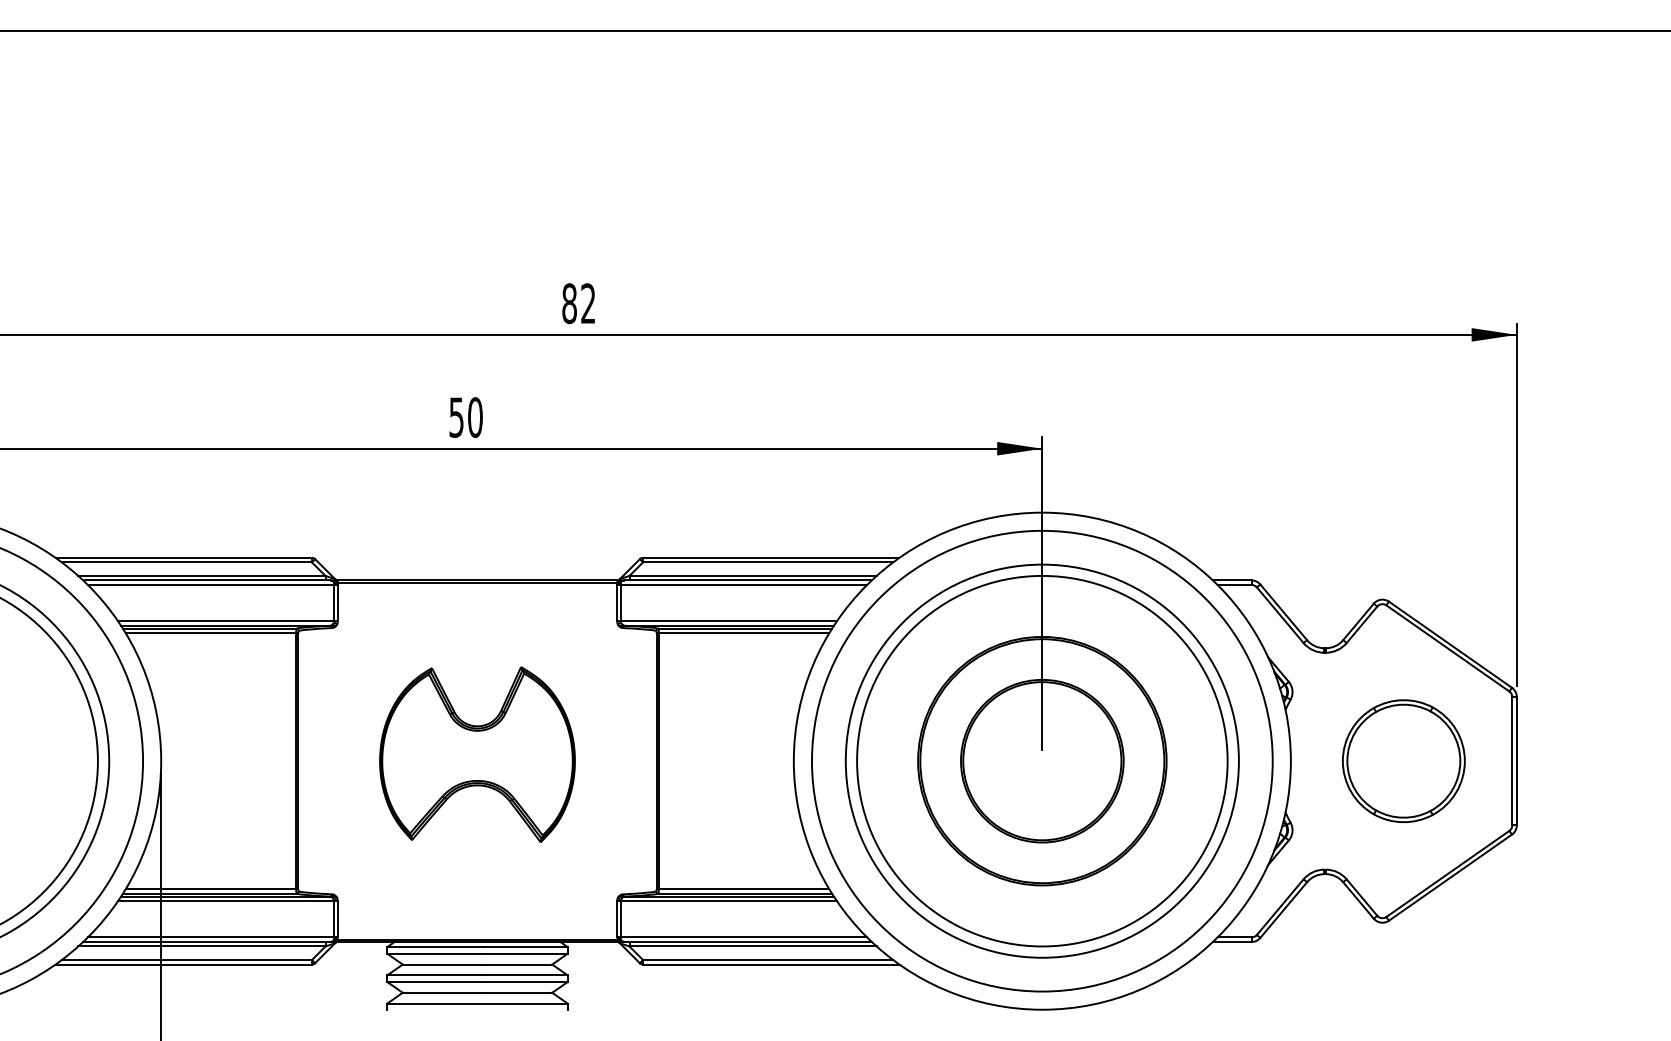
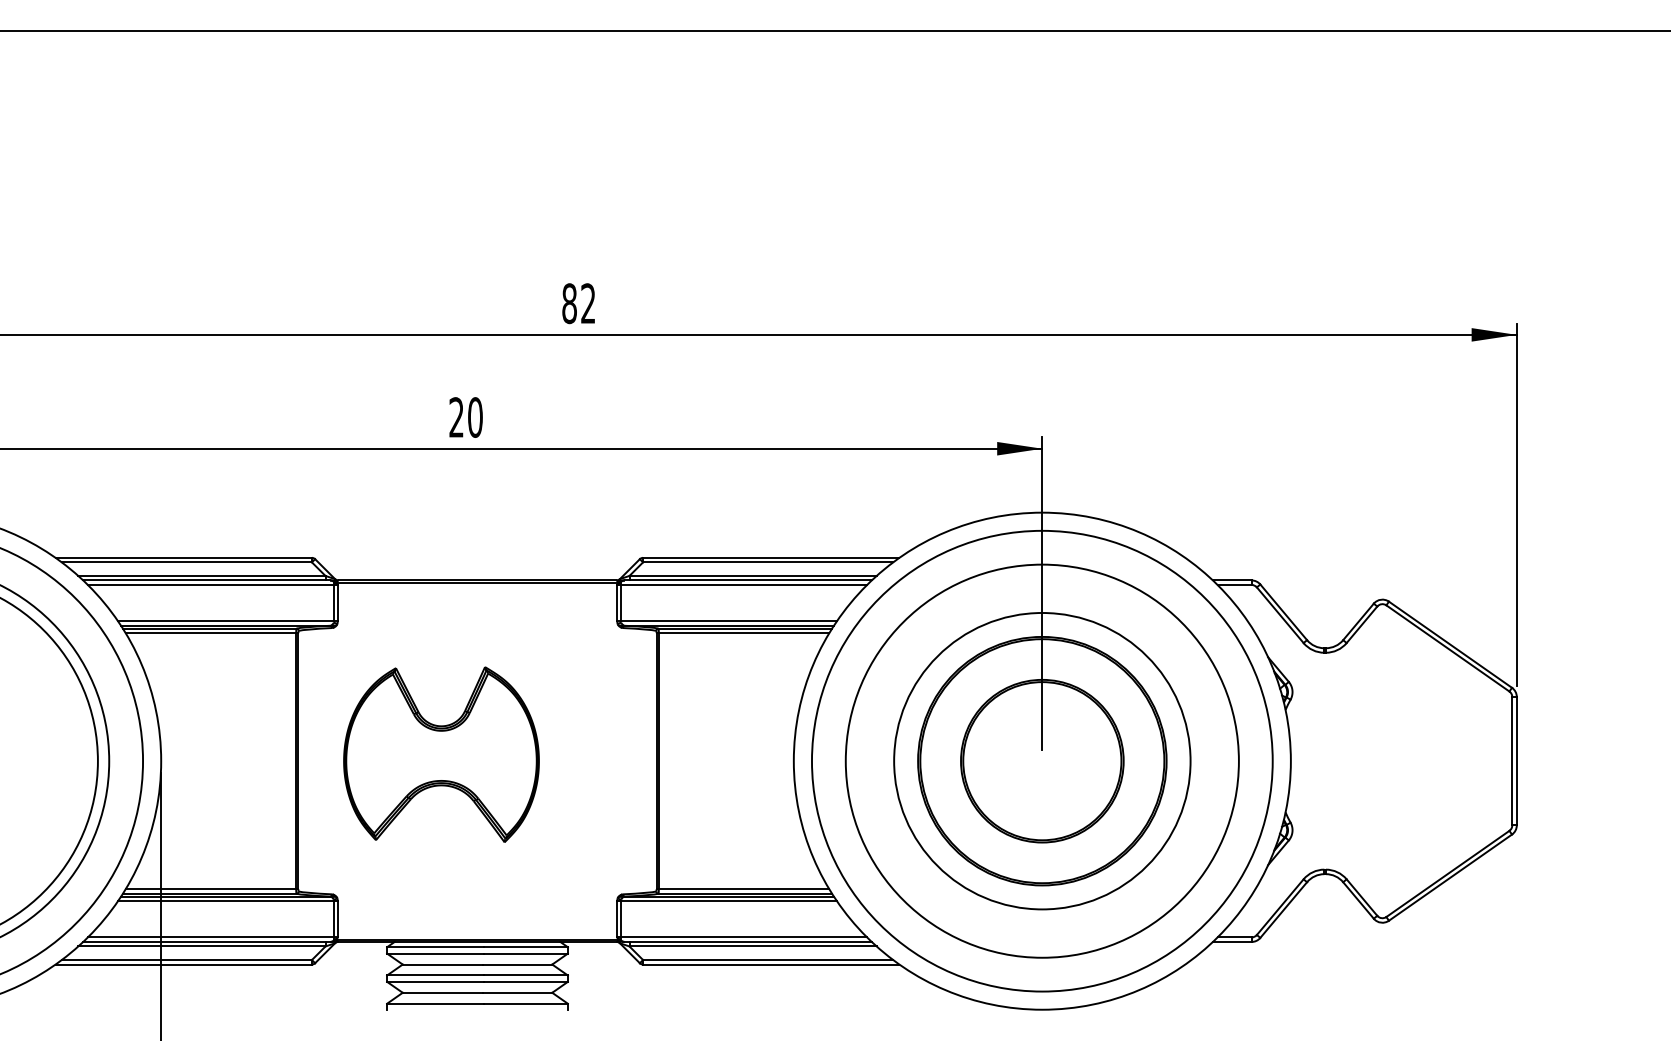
text at (456, 417): 50 -> 20
part at (477, 754) position: (477, 754) -> (441, 754)
circle at (1042, 760) diameter: 371 px -> 296 px
part at (1403, 760): present -> none
